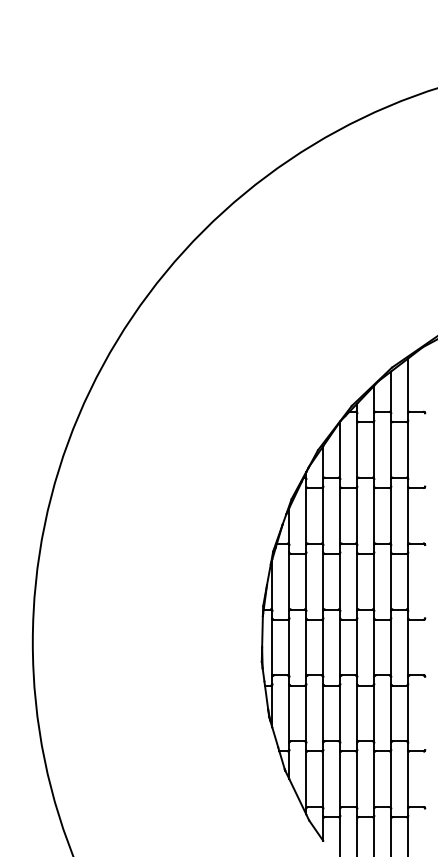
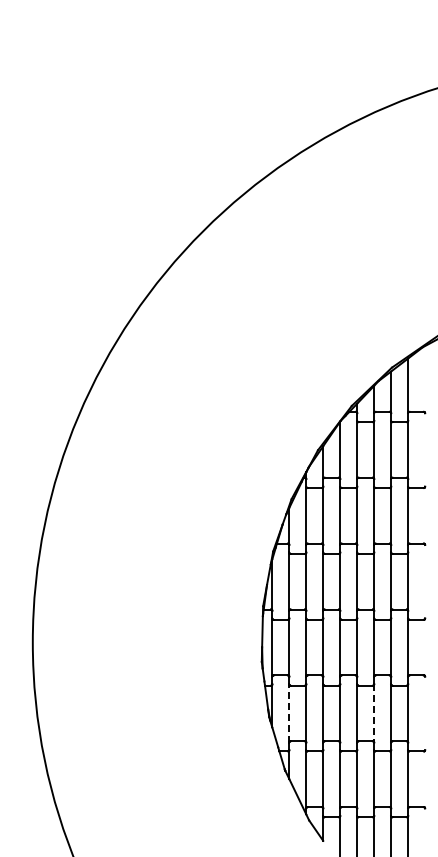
line at (289, 712): solid -> dashed
line at (374, 713): solid -> dashed
